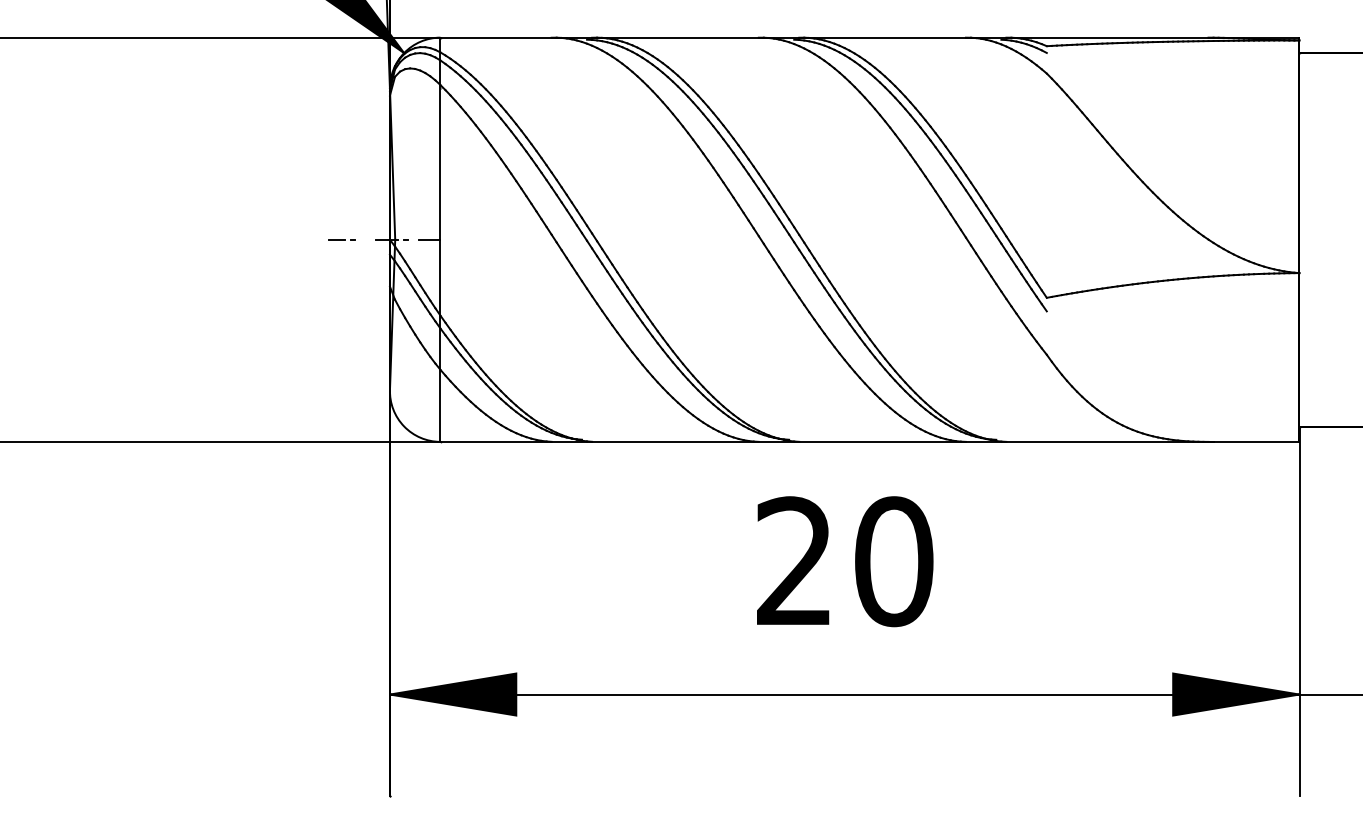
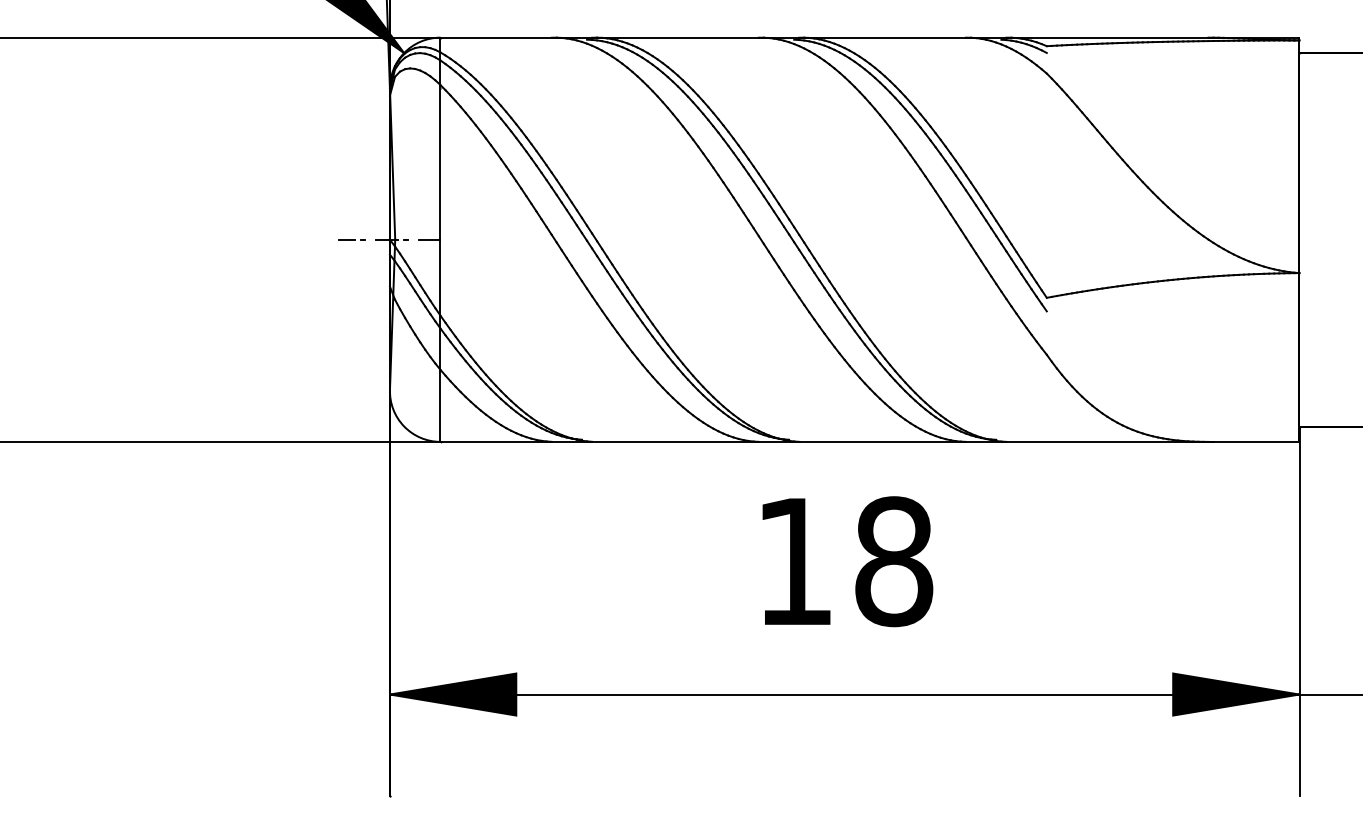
line at (341, 239) position: (341, 239) -> (351, 239)
text at (845, 561): 20 -> 18
